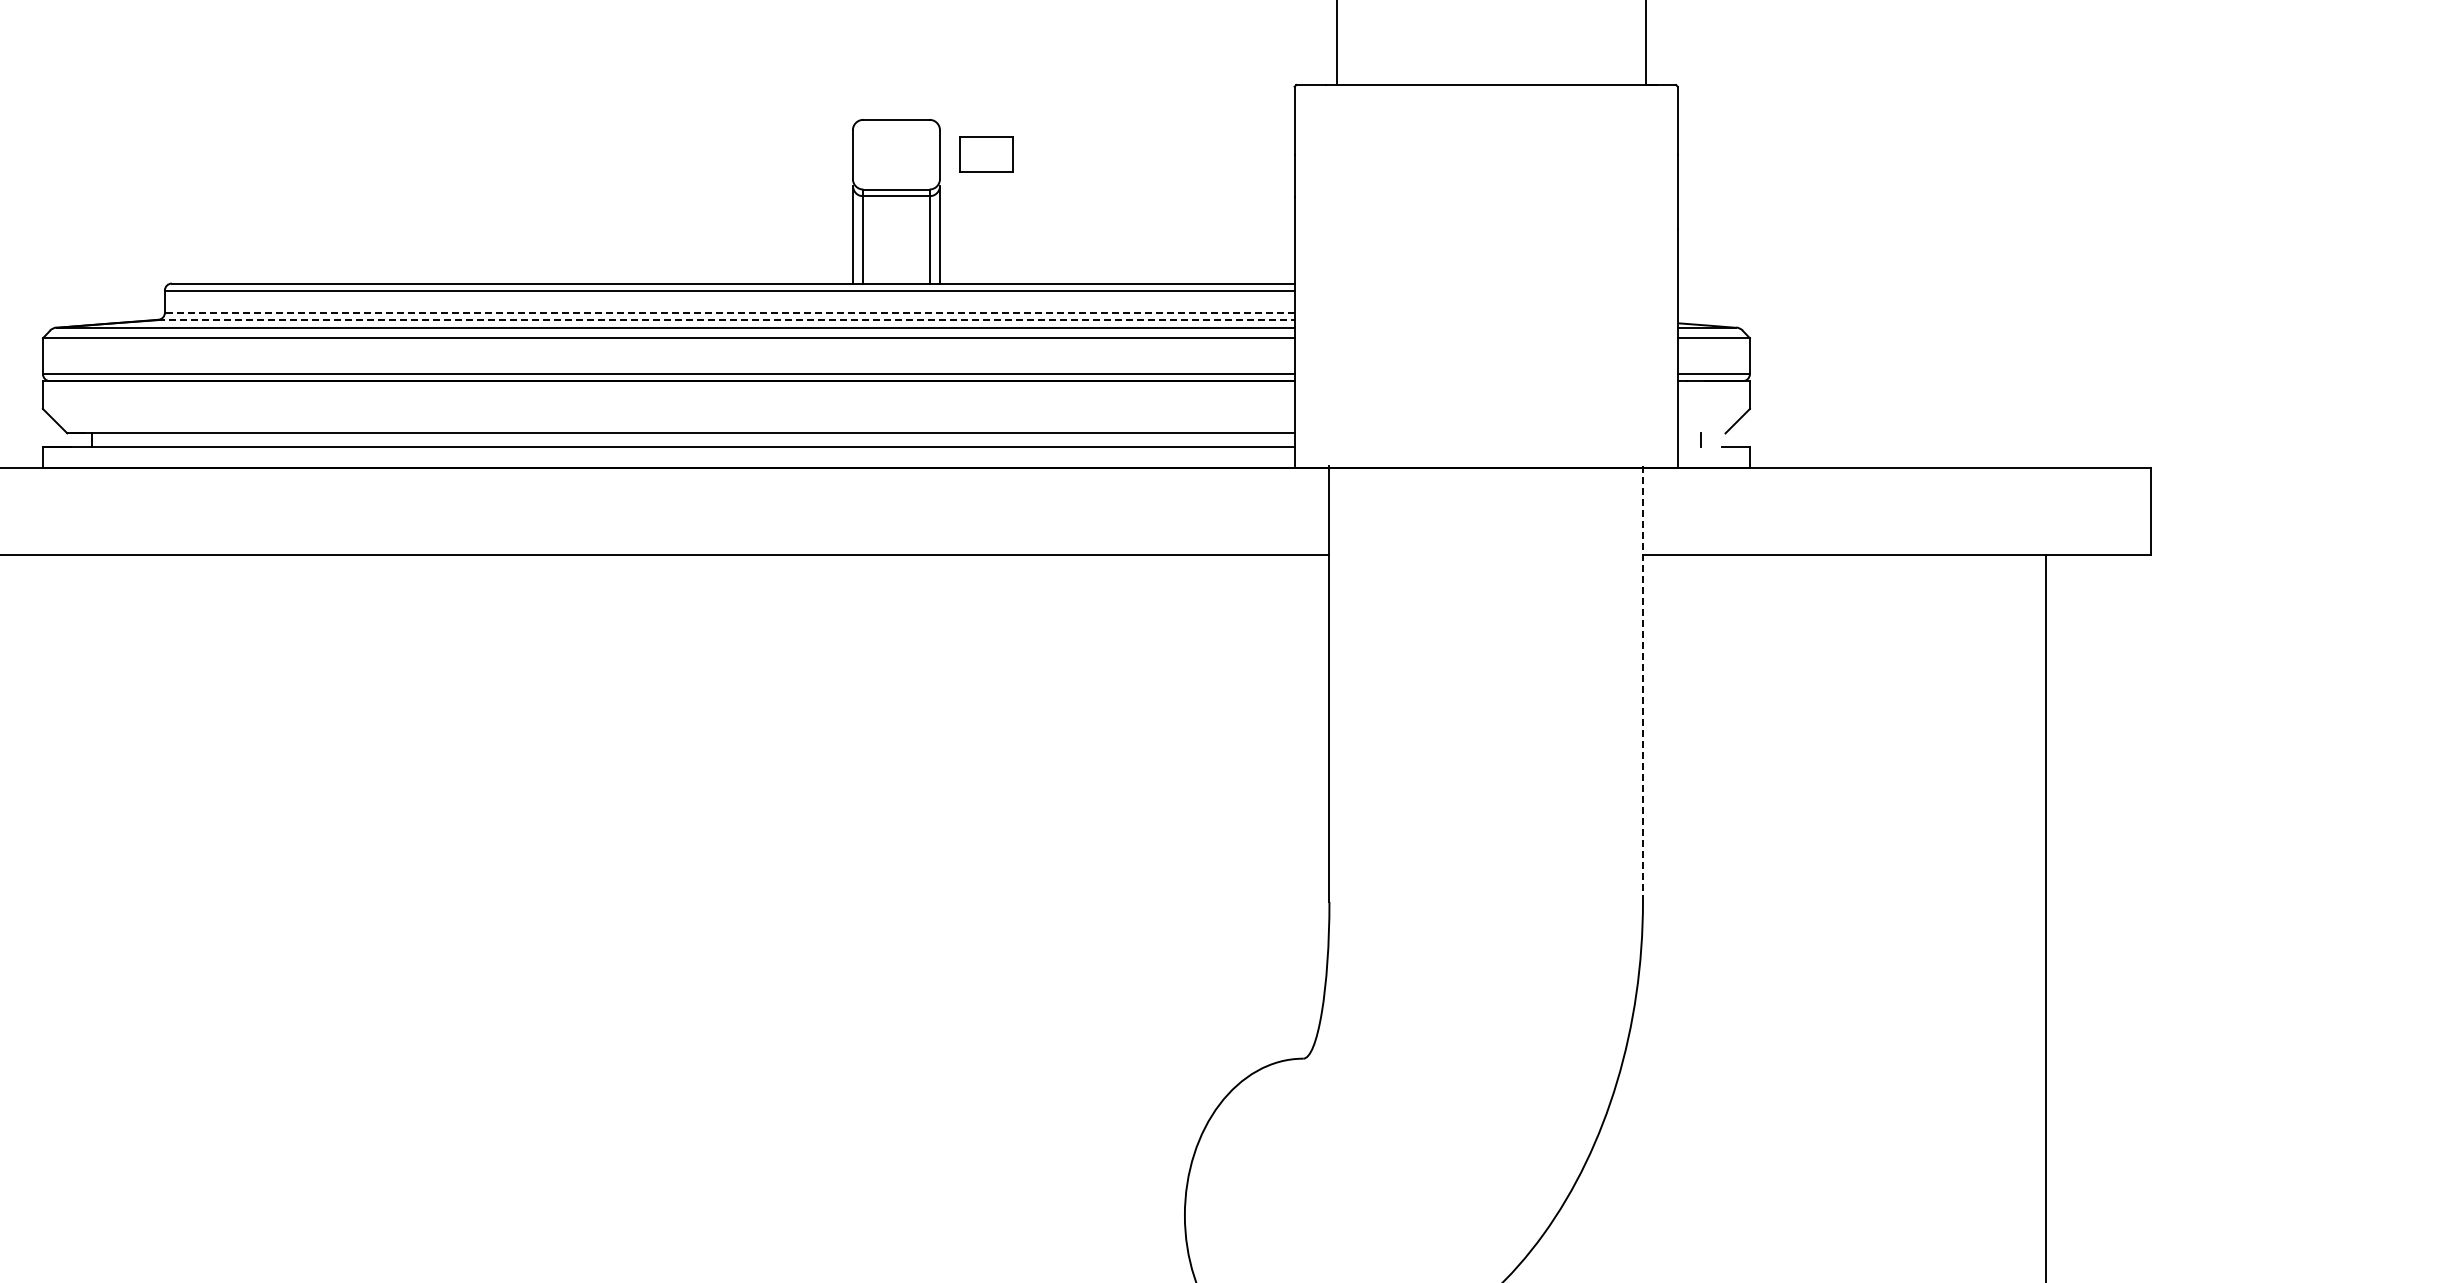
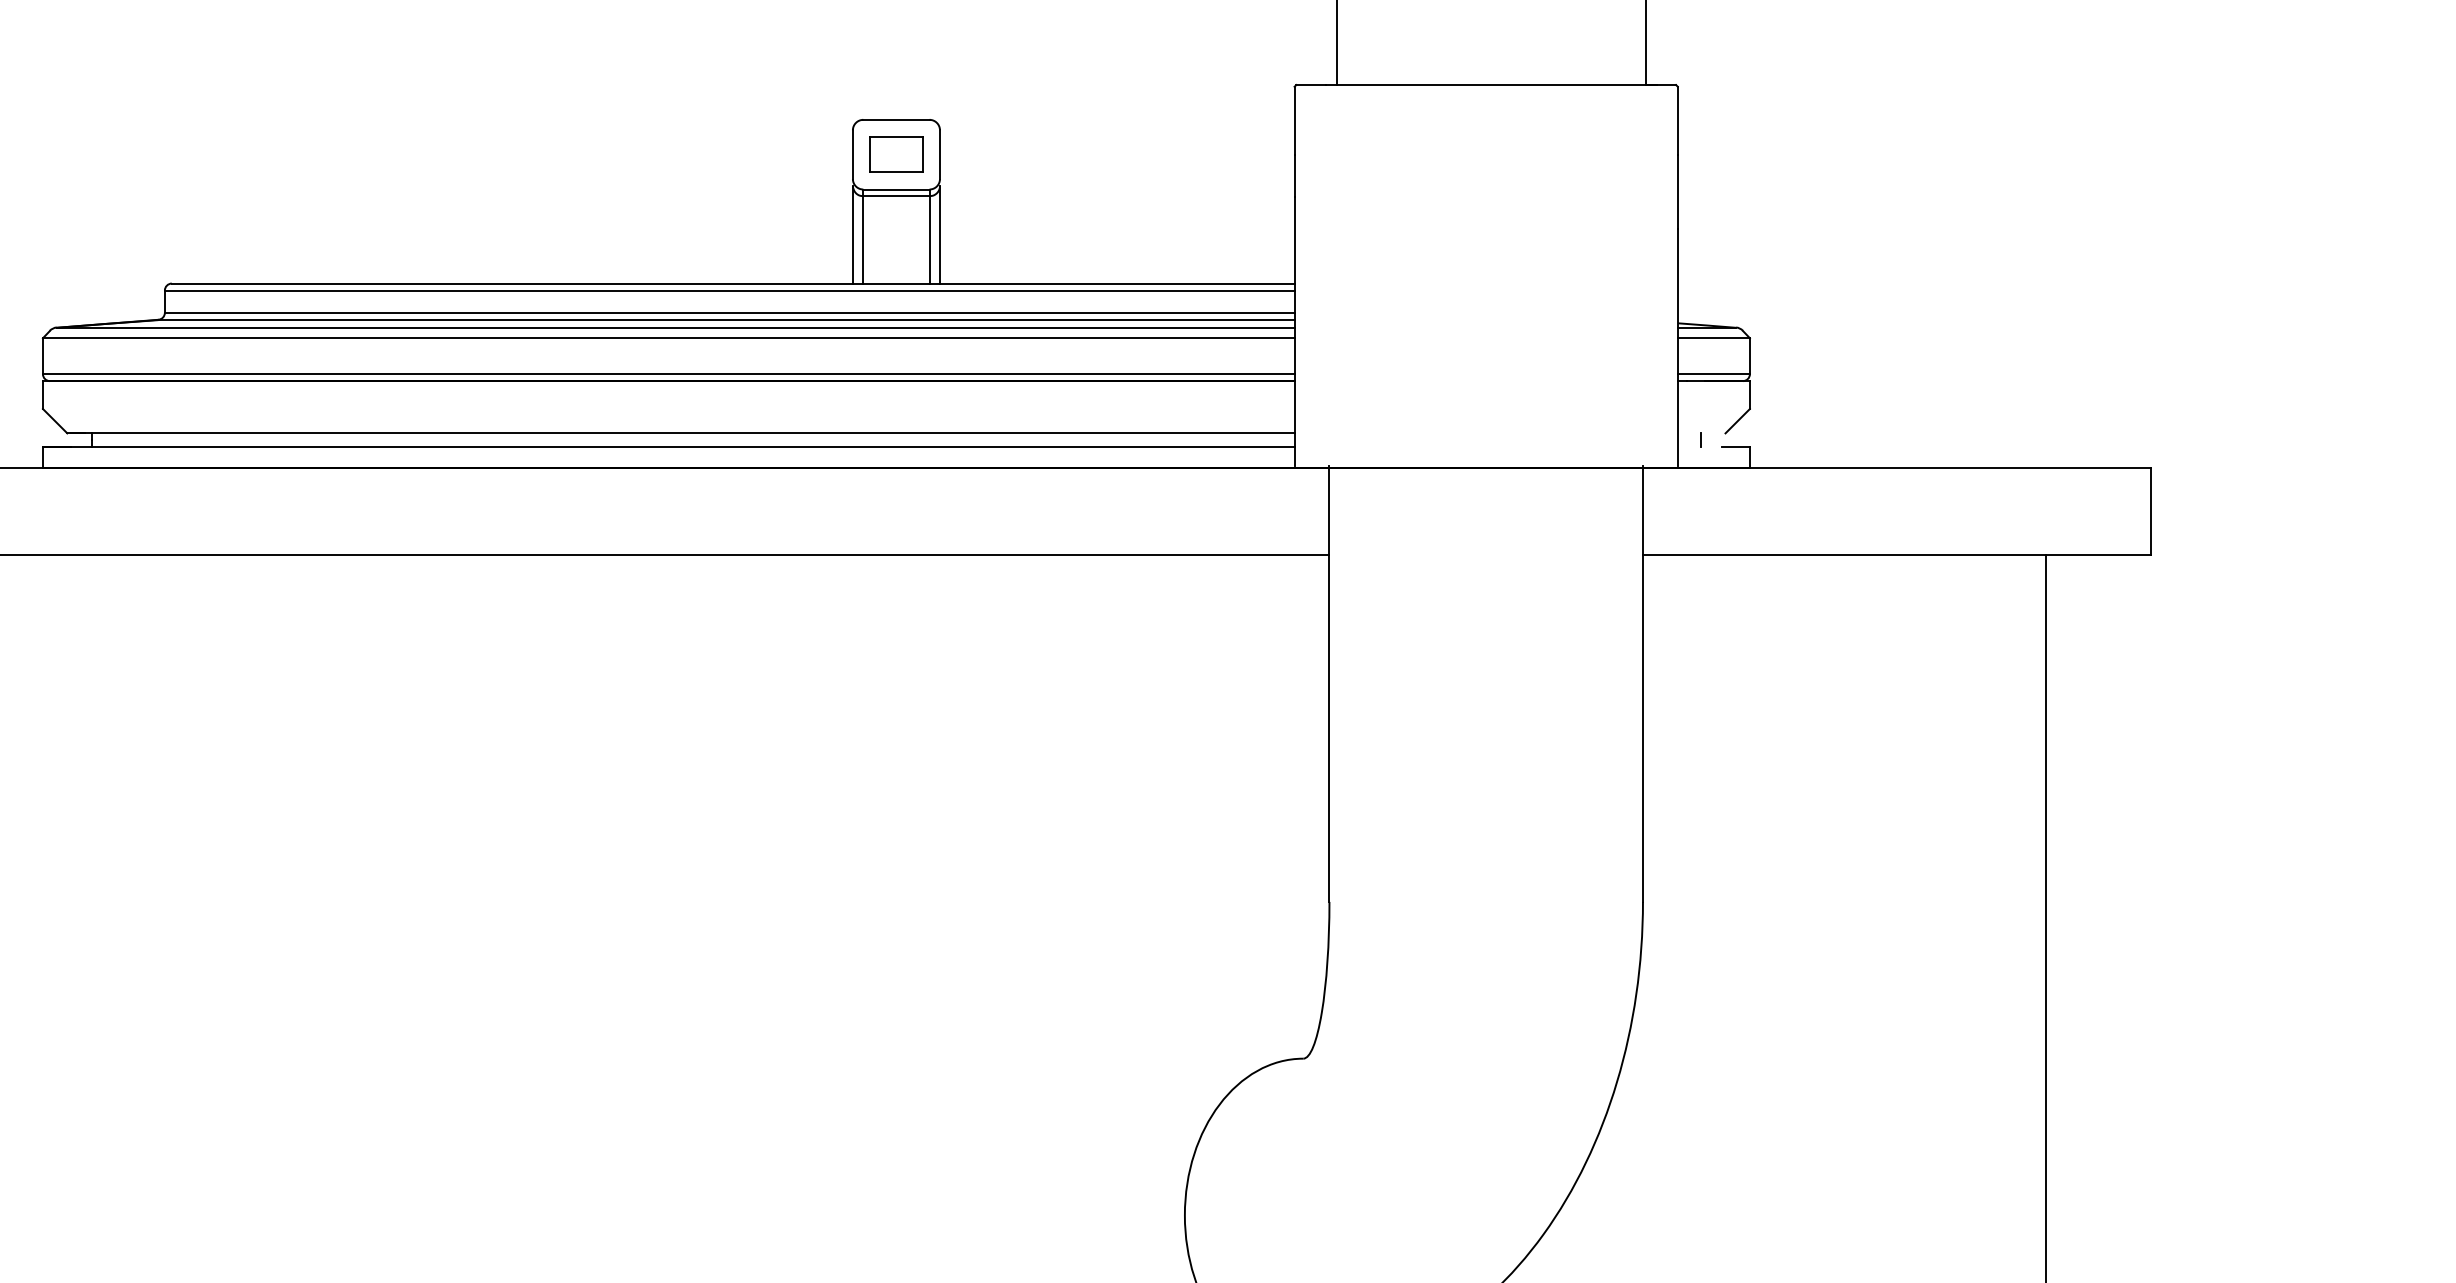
part at (986, 154) position: (986, 154) -> (896, 154)
line at (729, 312): dashed -> solid
line at (726, 319): dashed -> solid
line at (1642, 684): dashed -> solid
